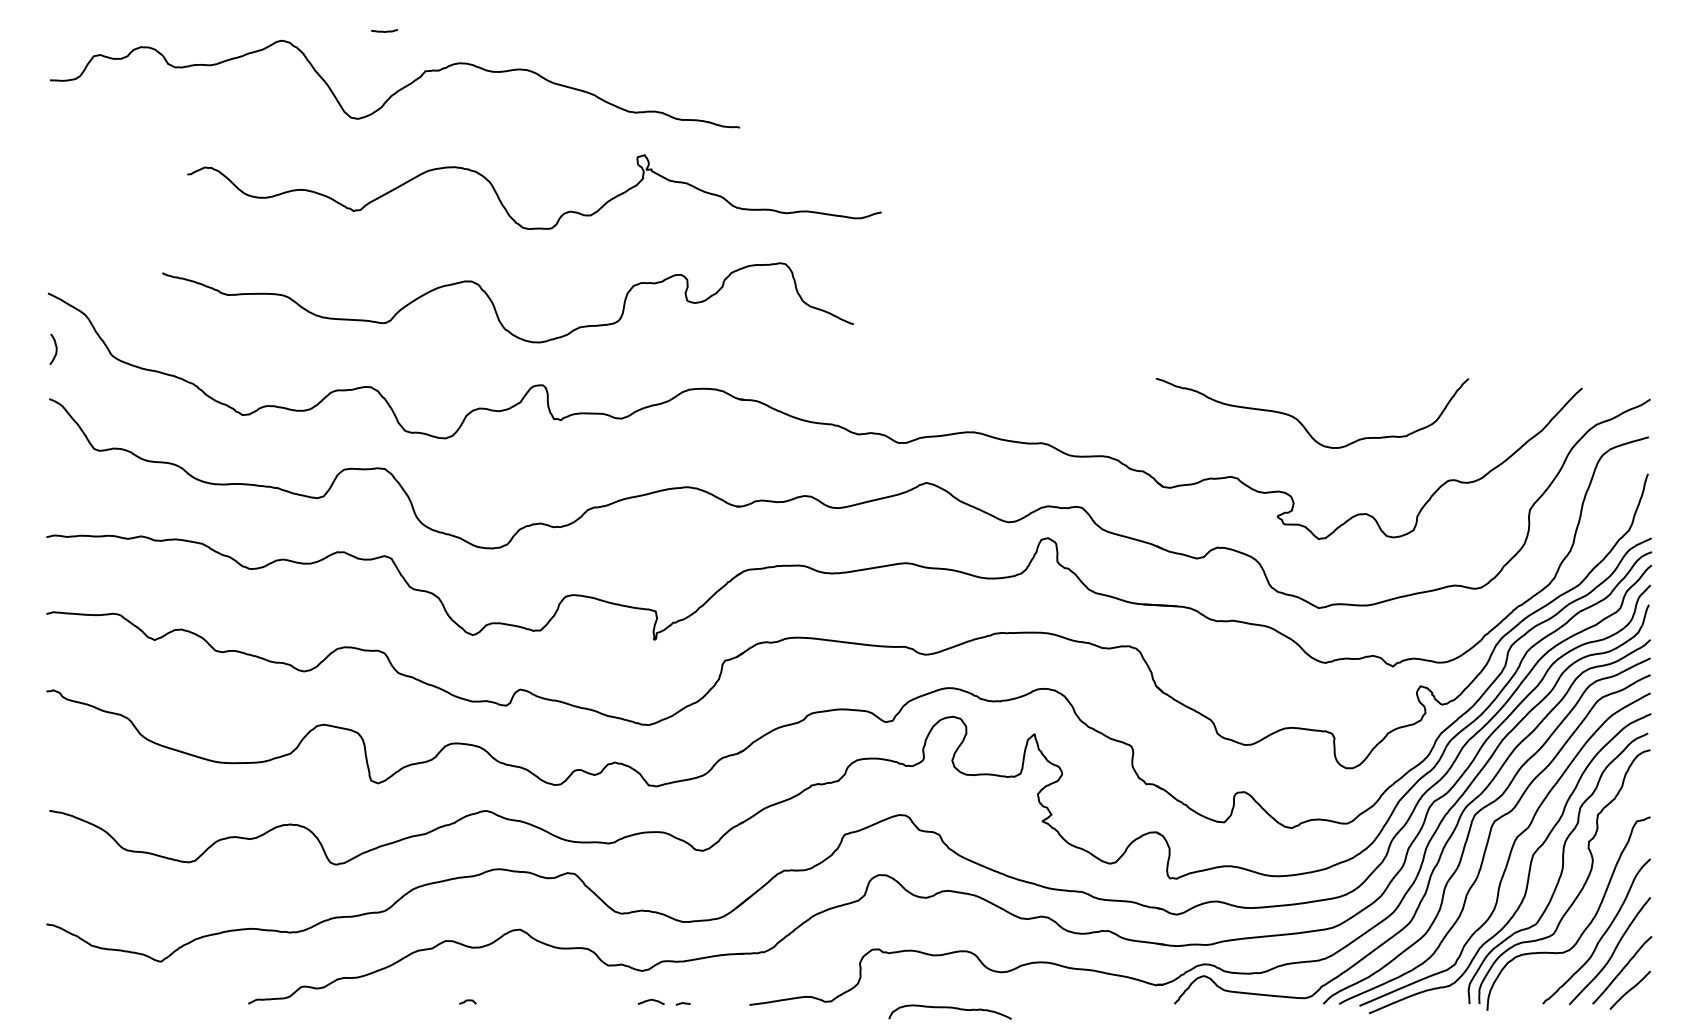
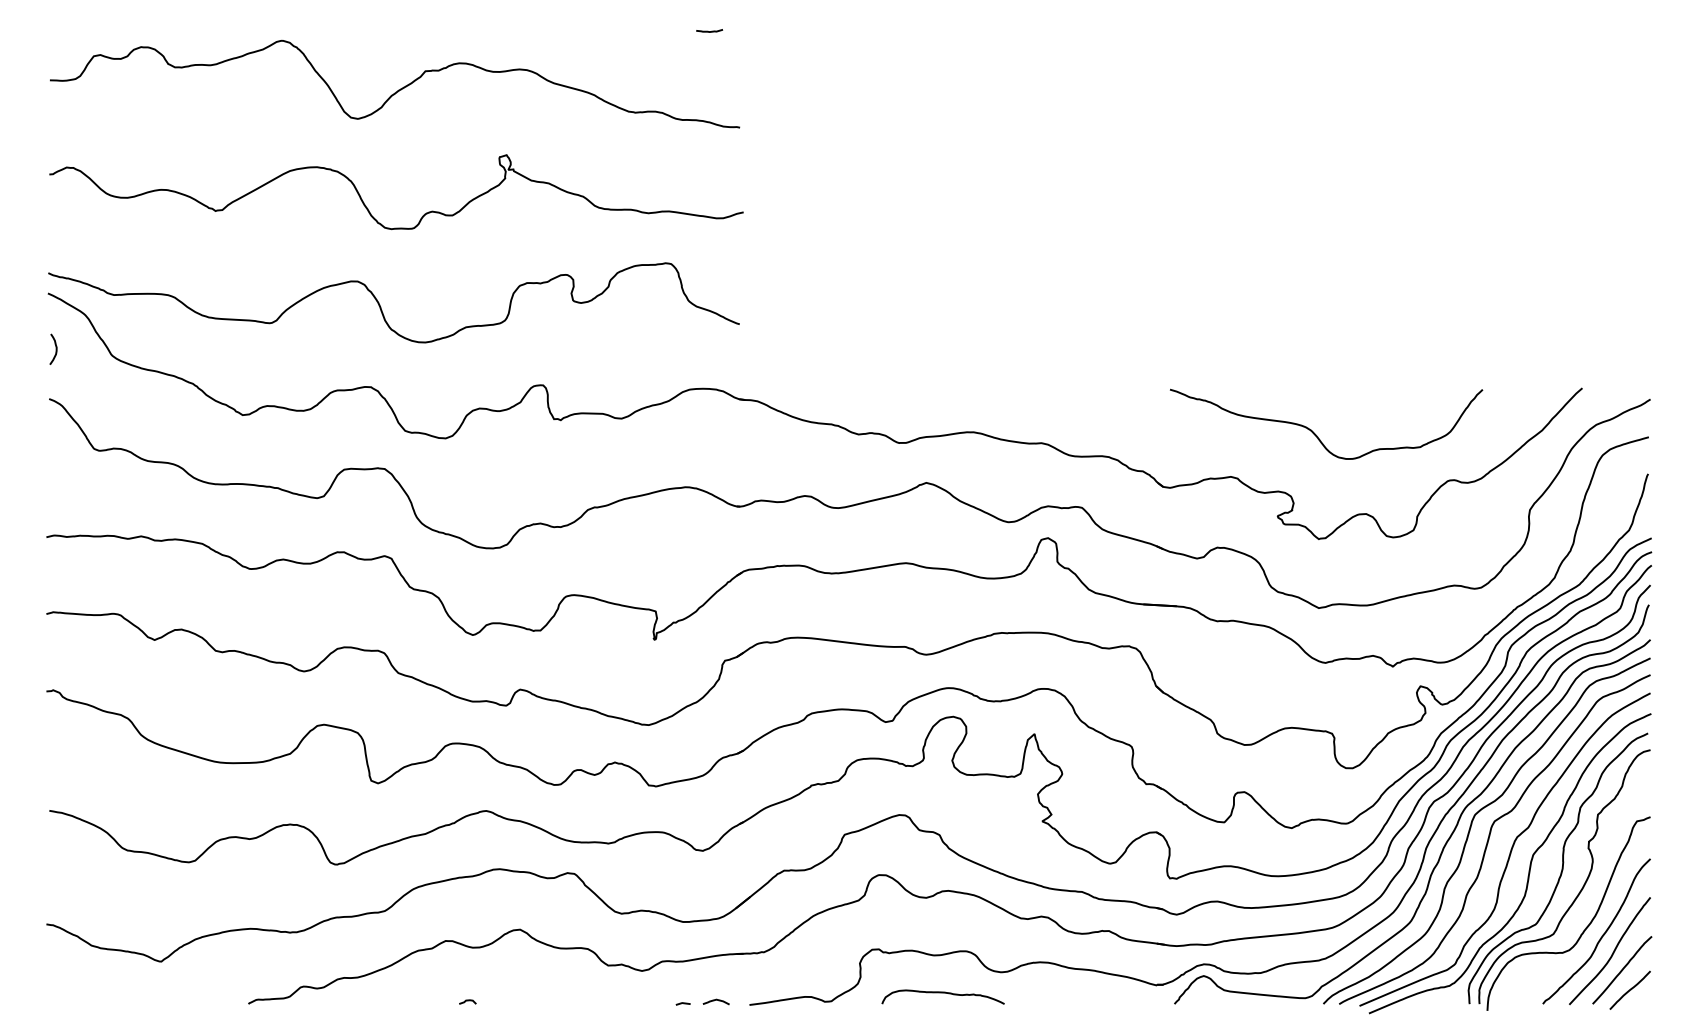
line at (384, 31) position: (384, 31) -> (709, 31)
curve at (506, 208) position: (506, 208) -> (368, 208)
curve at (495, 307) position: (495, 307) -> (381, 307)
curve at (1301, 422) position: (1301, 422) -> (1315, 433)
curve at (650, 1000) position: (650, 1000) -> (715, 1000)
curve at (949, 1008) position: (949, 1008) -> (942, 993)
